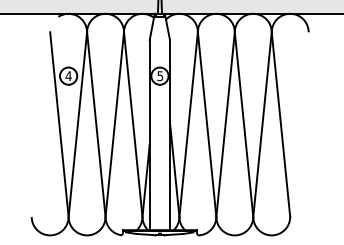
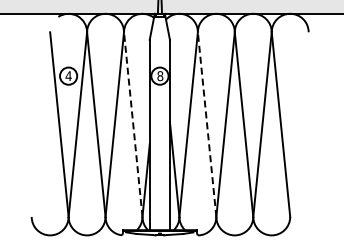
text at (160, 76): 5 -> 8
line at (133, 124): solid -> dashed
line at (207, 124): solid -> dashed
